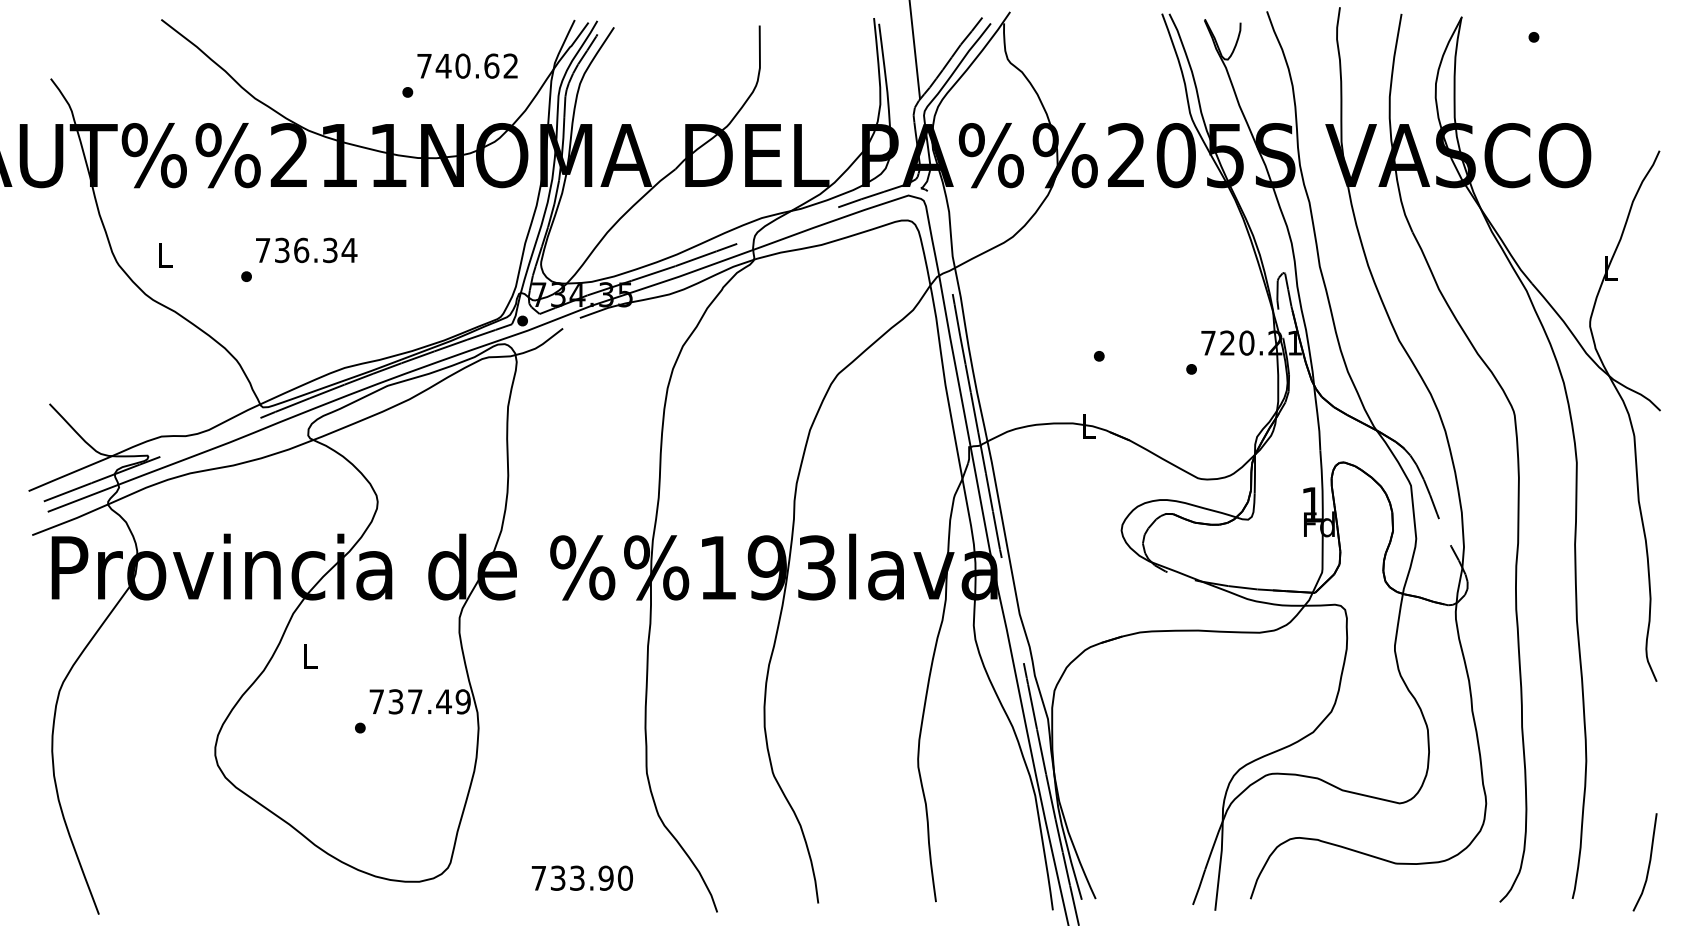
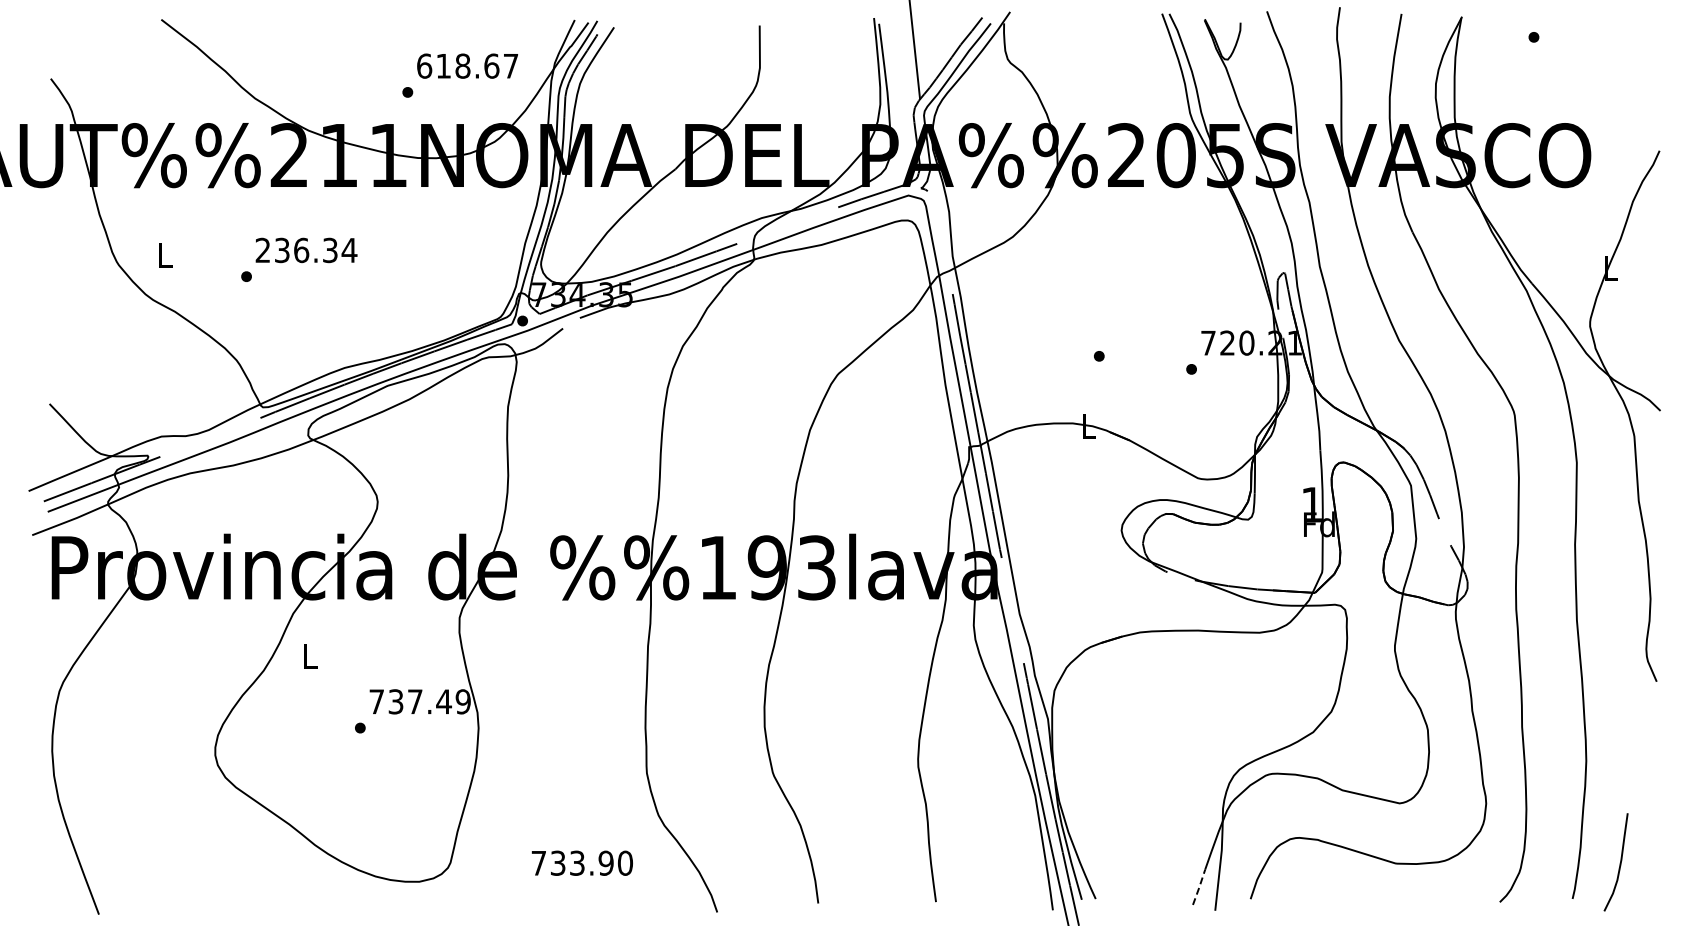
text at (467, 65): 740.62 -> 618.67
text at (262, 249): 736.34 -> 236.34
curve at (1648, 863) position: (1648, 863) -> (1619, 863)
text at (581, 877) position: (581, 877) -> (581, 862)
line at (1199, 887): solid -> dashed
